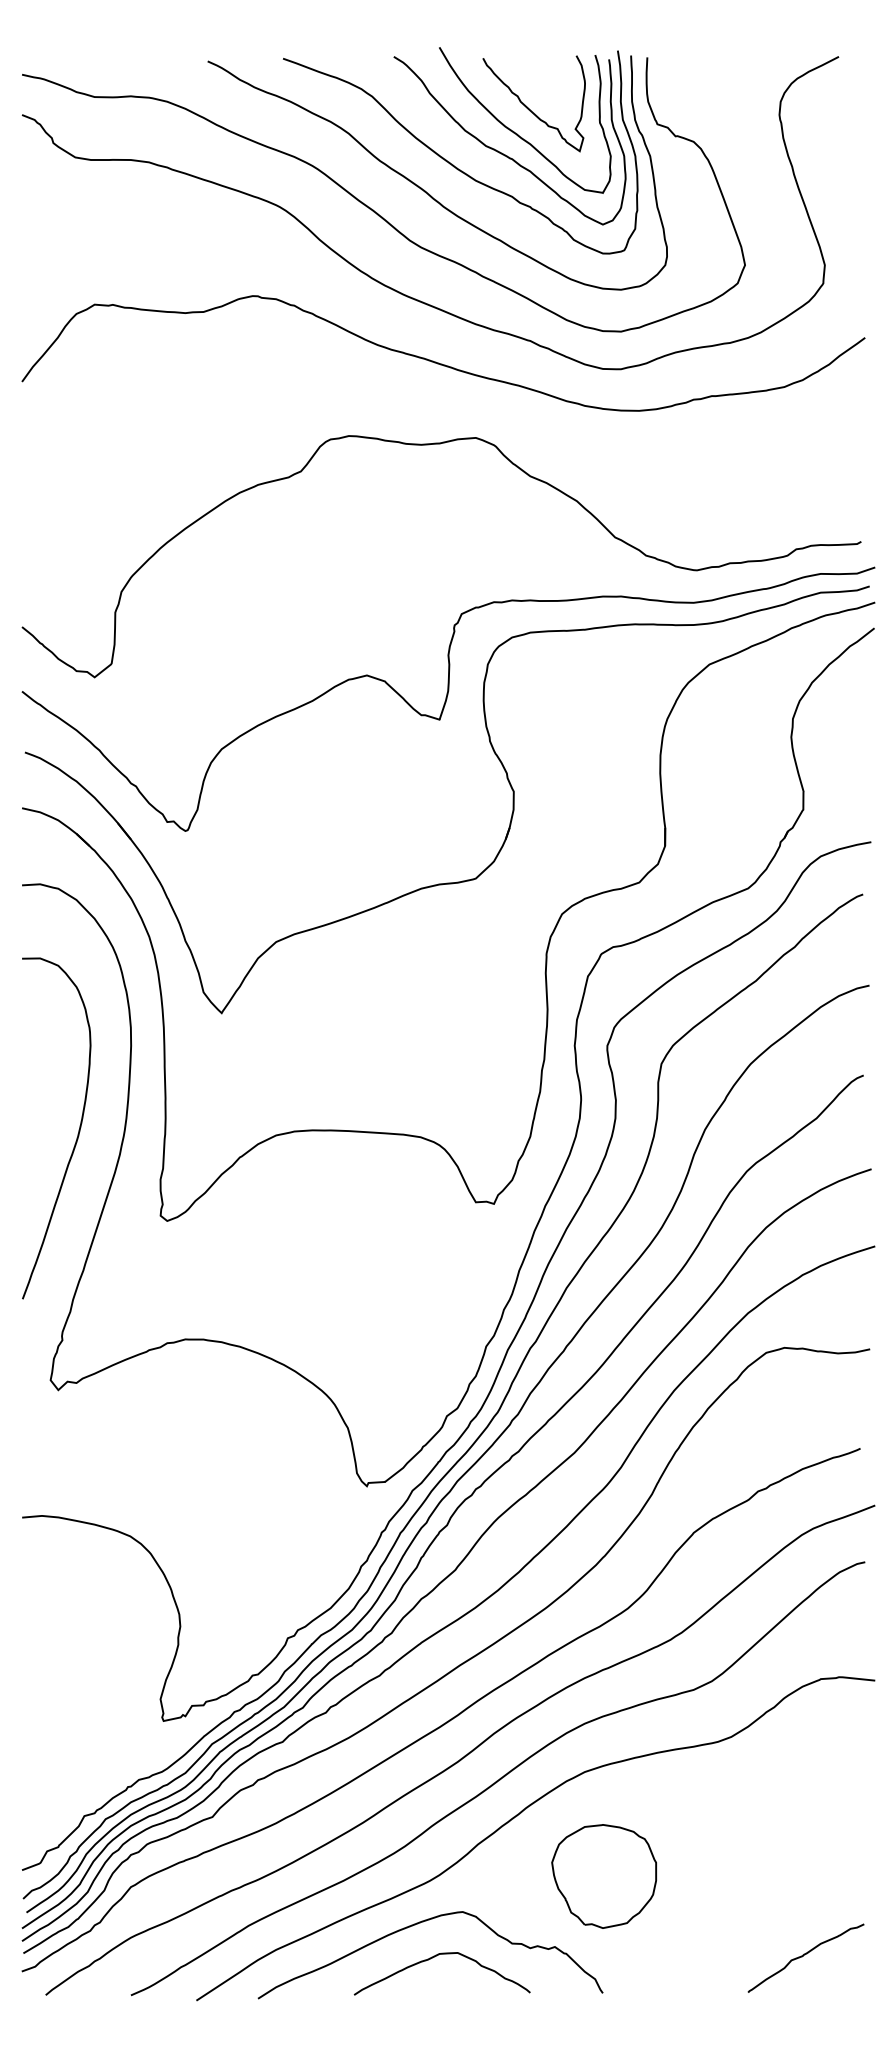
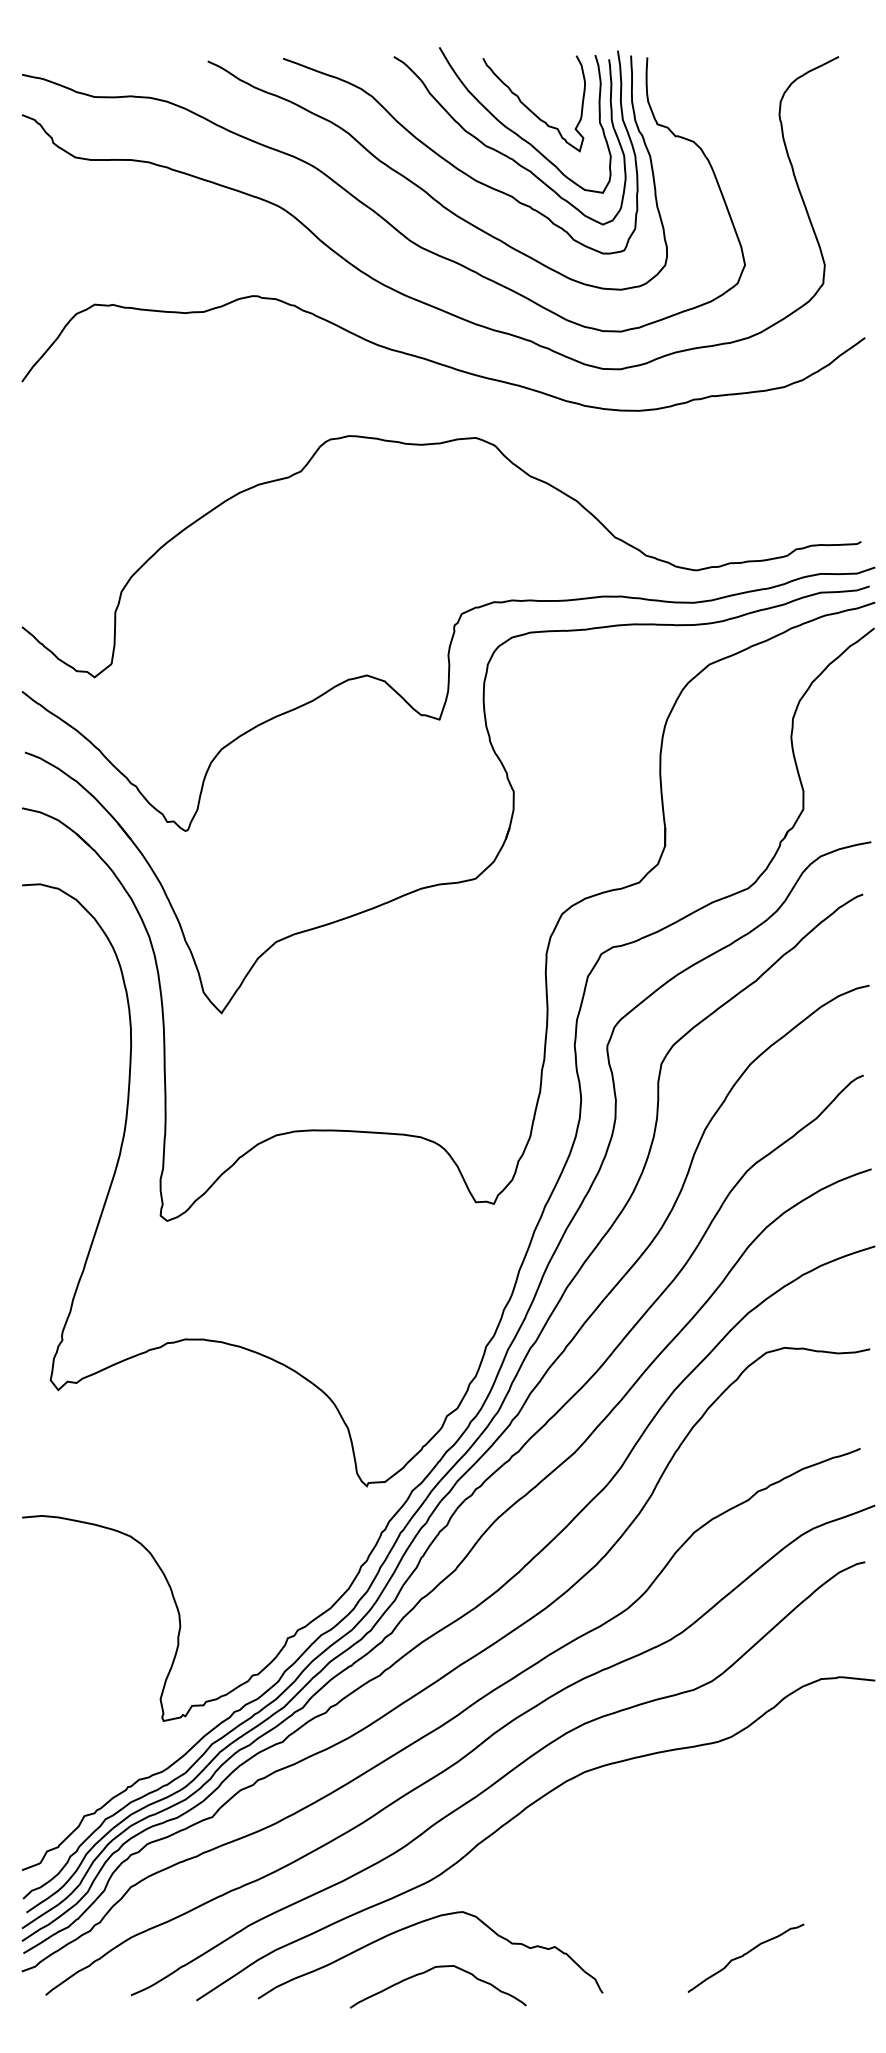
curve at (77, 1134): present -> none
part at (603, 1876): present -> none
curve at (805, 1955) position: (805, 1955) -> (745, 1955)
curve at (434, 1957) position: (434, 1957) -> (430, 1970)
